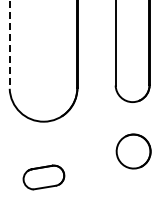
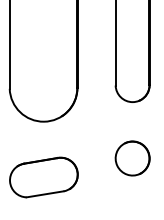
line at (9, 44): dashed -> solid
part at (133, 151) position: (133, 151) -> (132, 158)
part at (43, 177) size: 44x27 px -> 70x43 px
